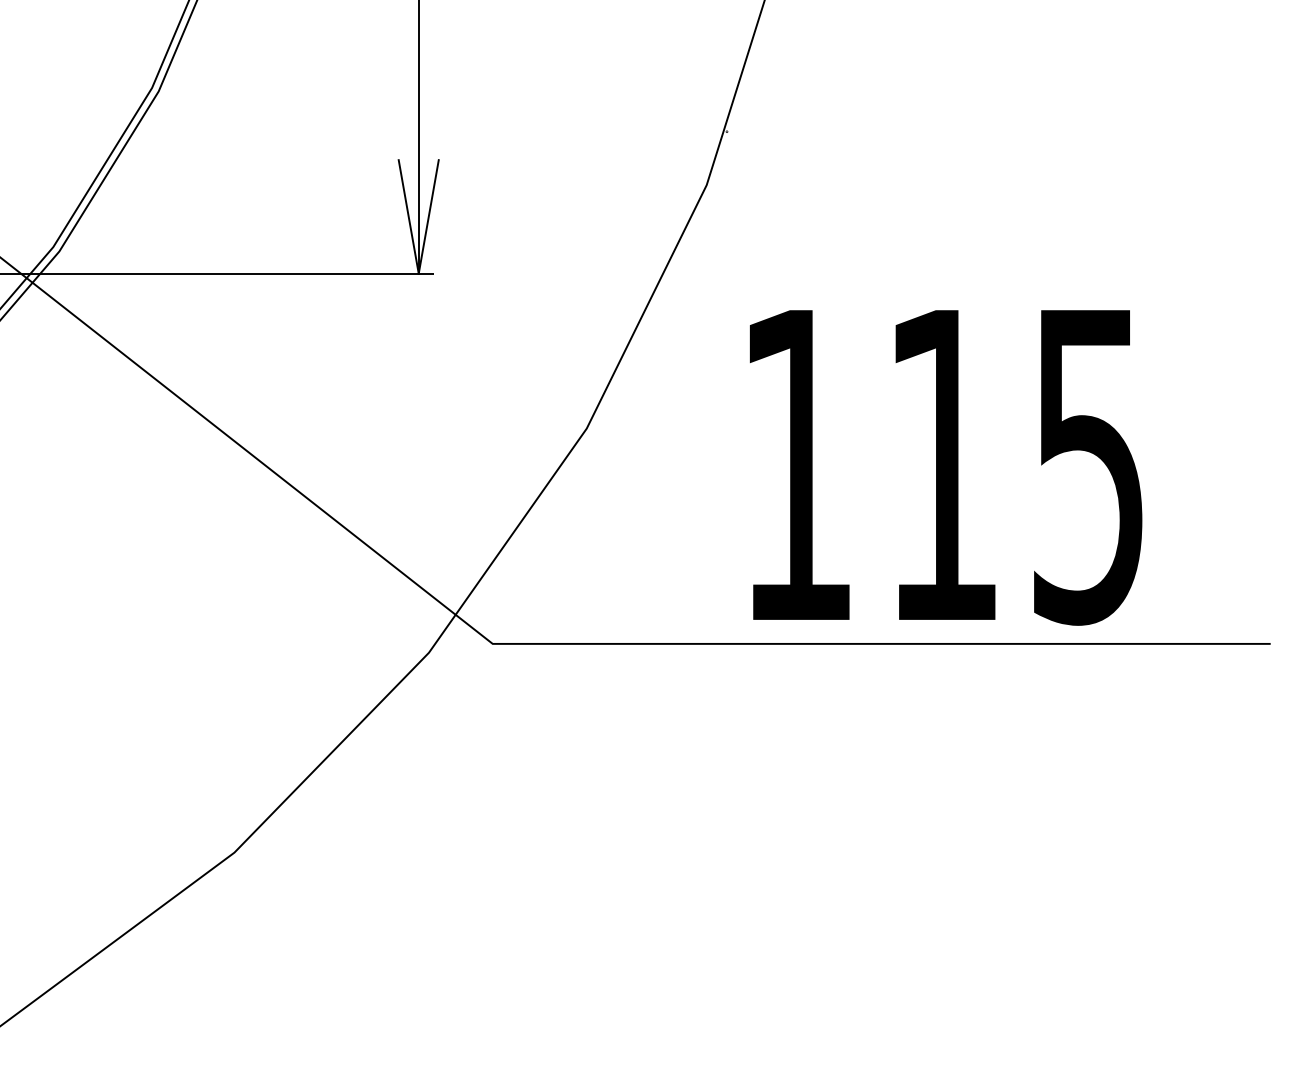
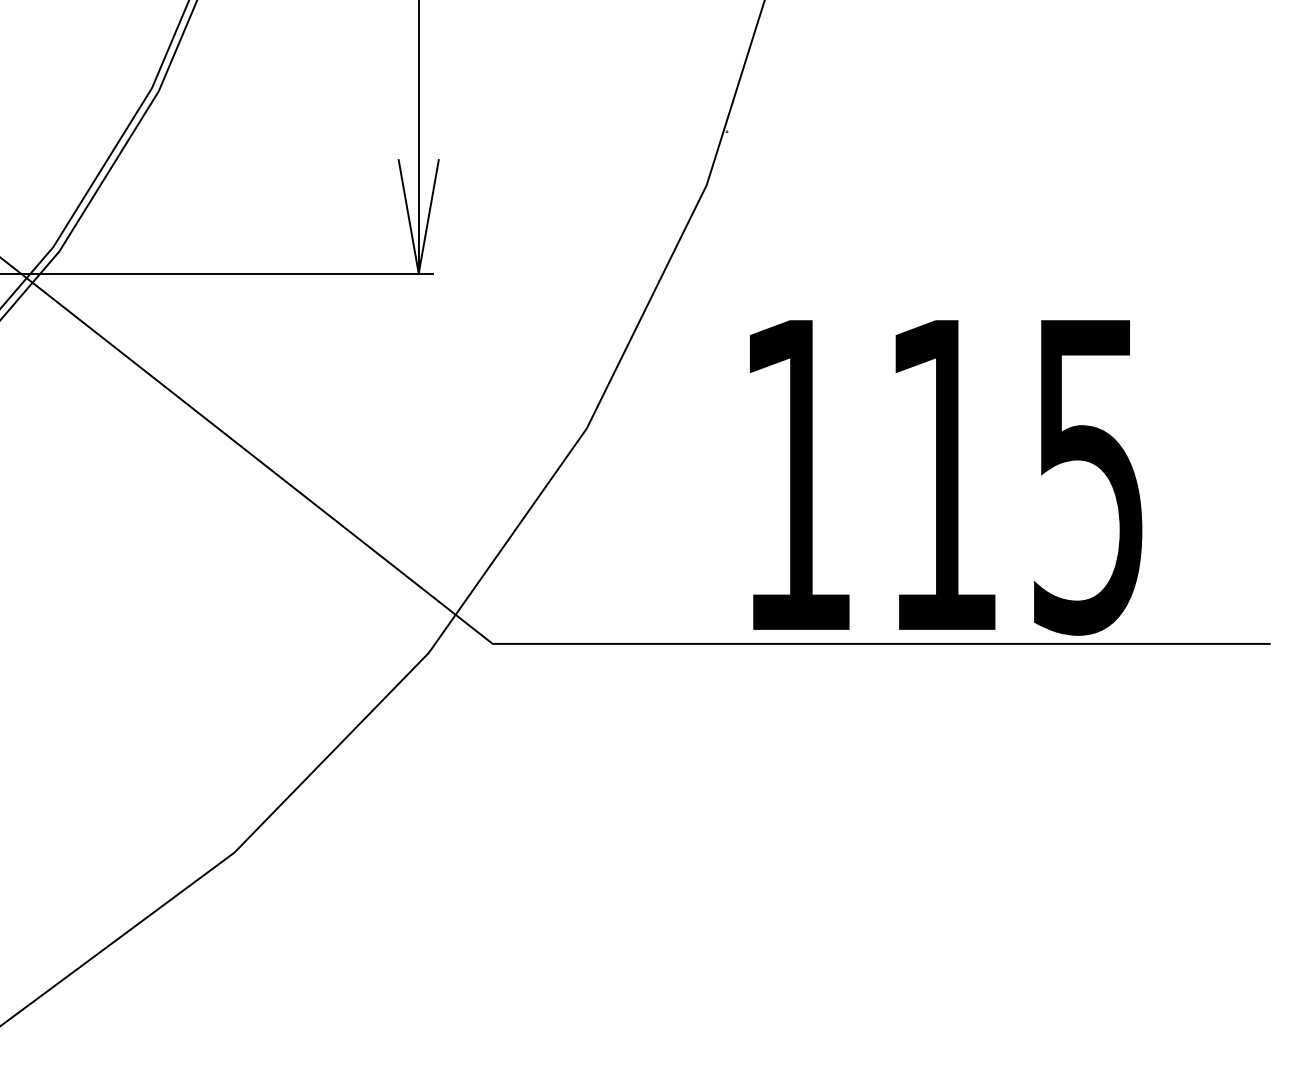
text at (946, 467) position: (946, 467) -> (946, 477)
